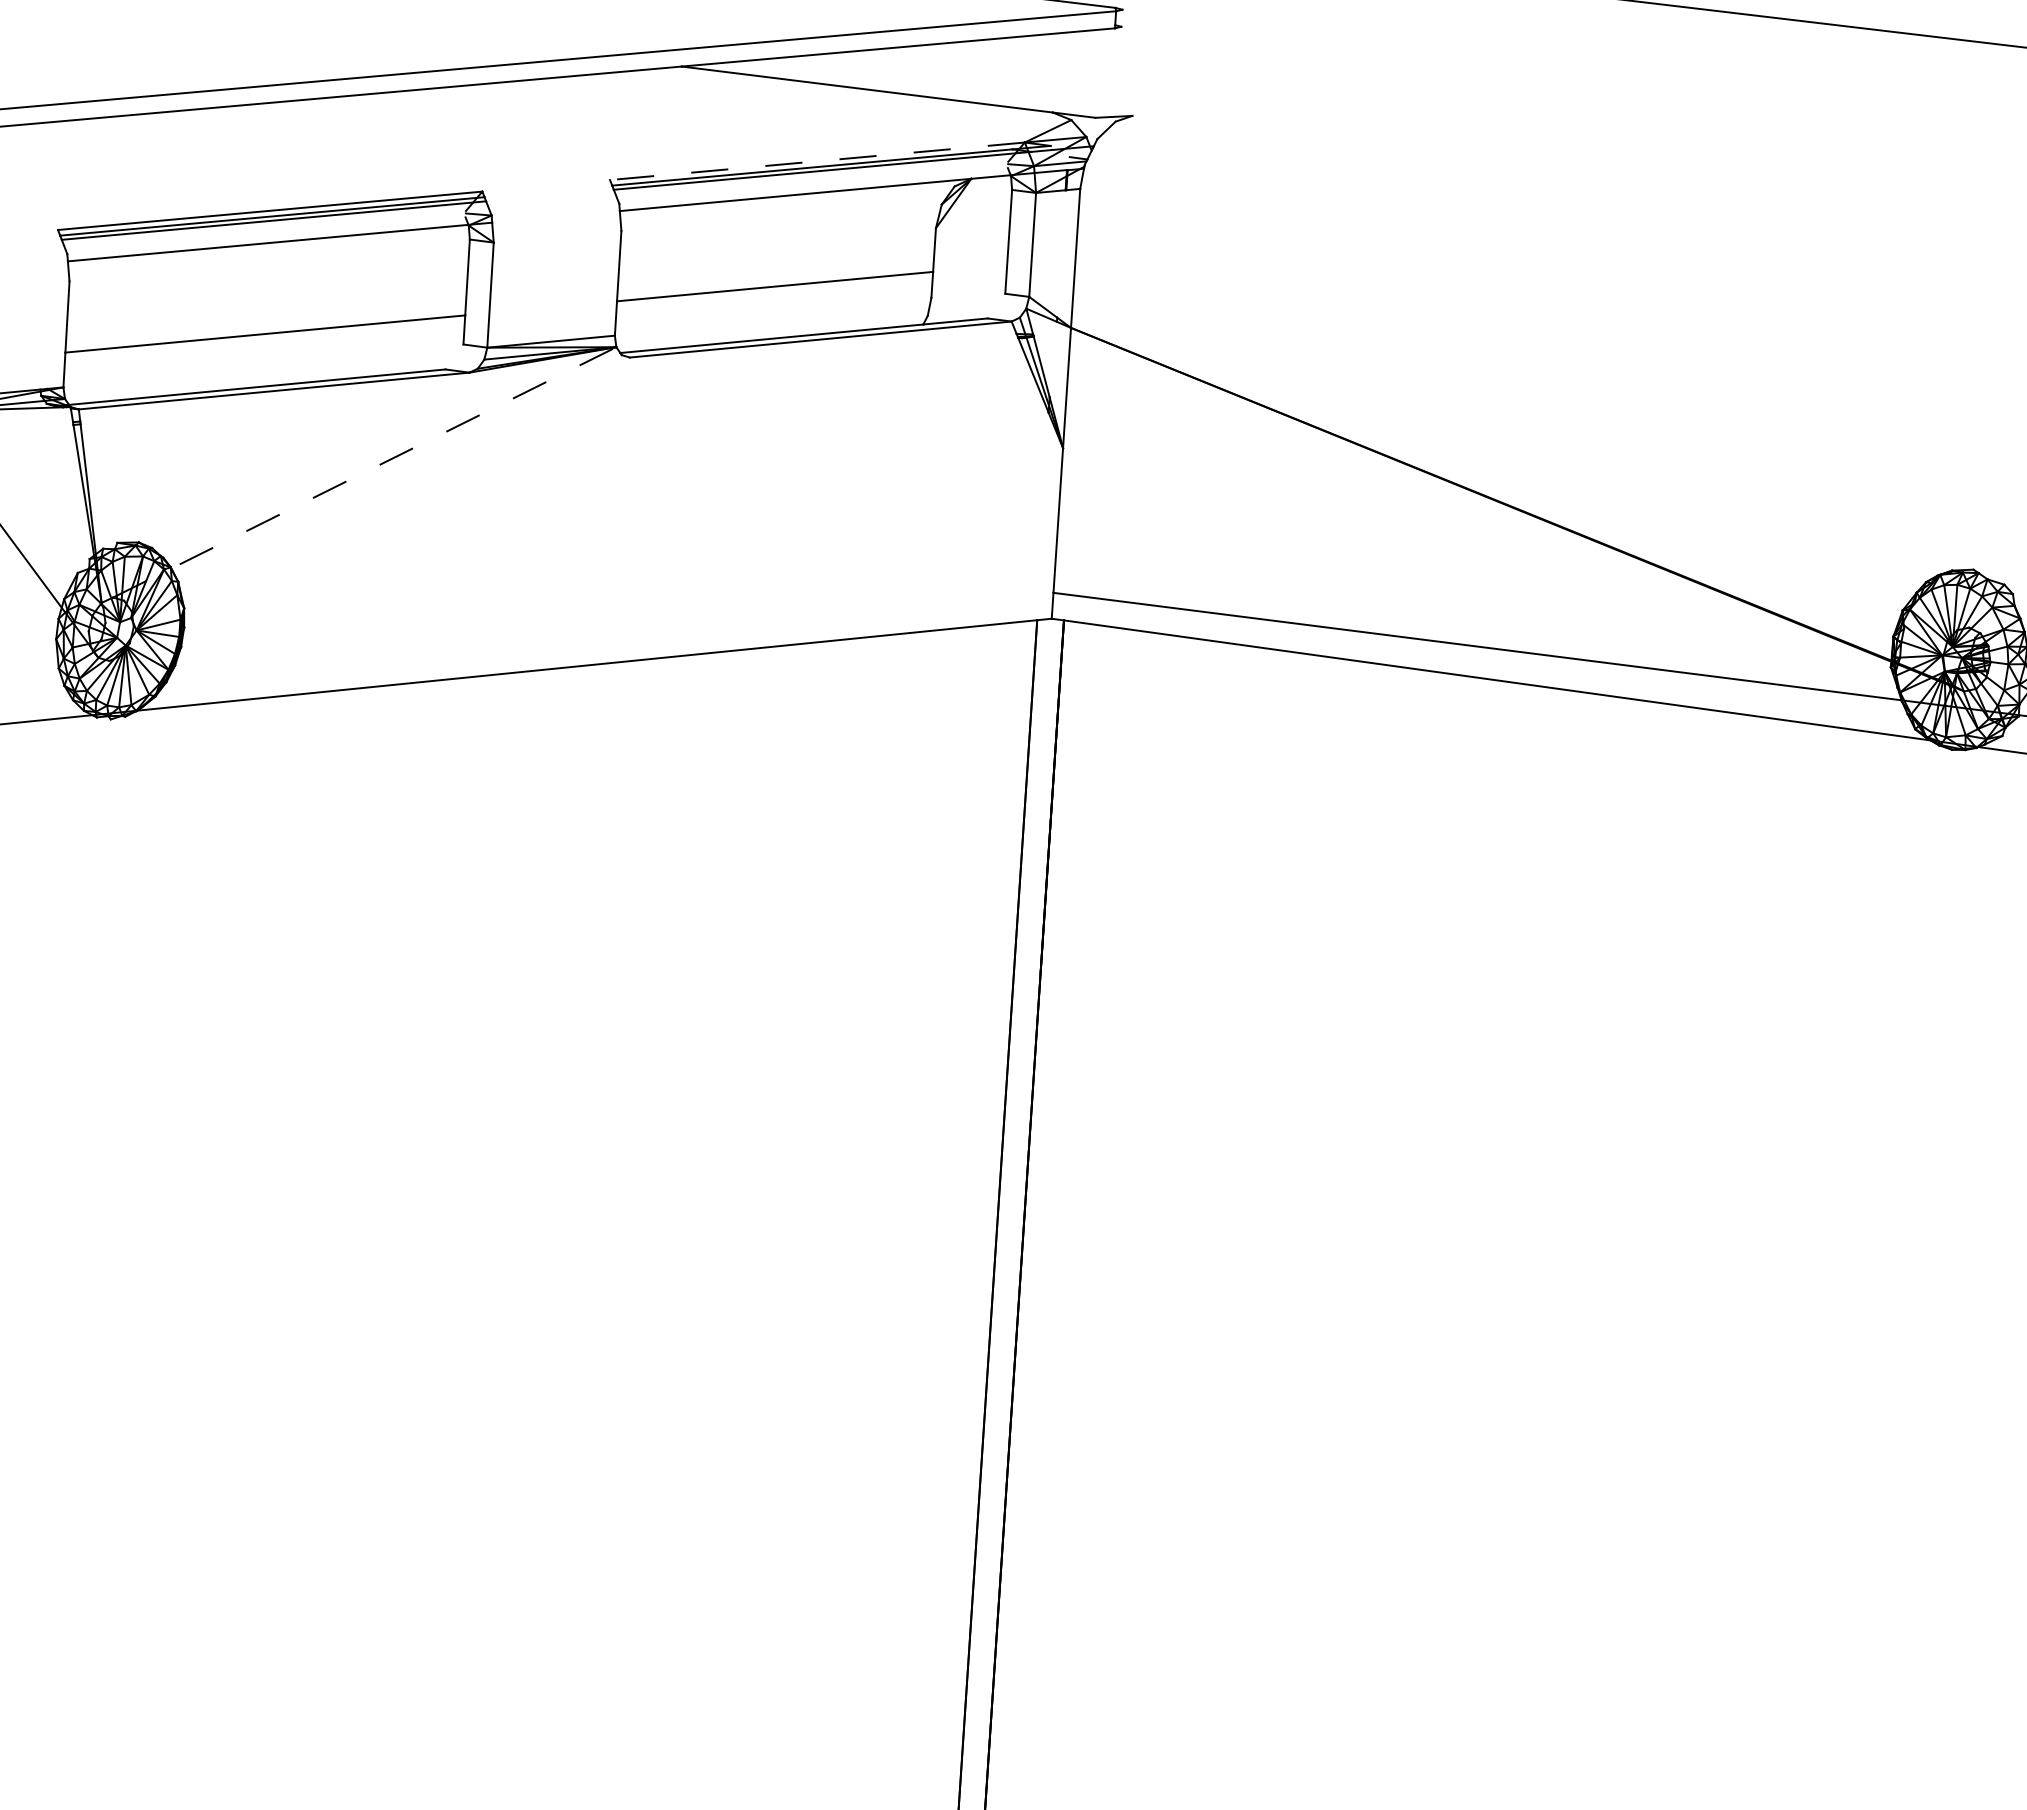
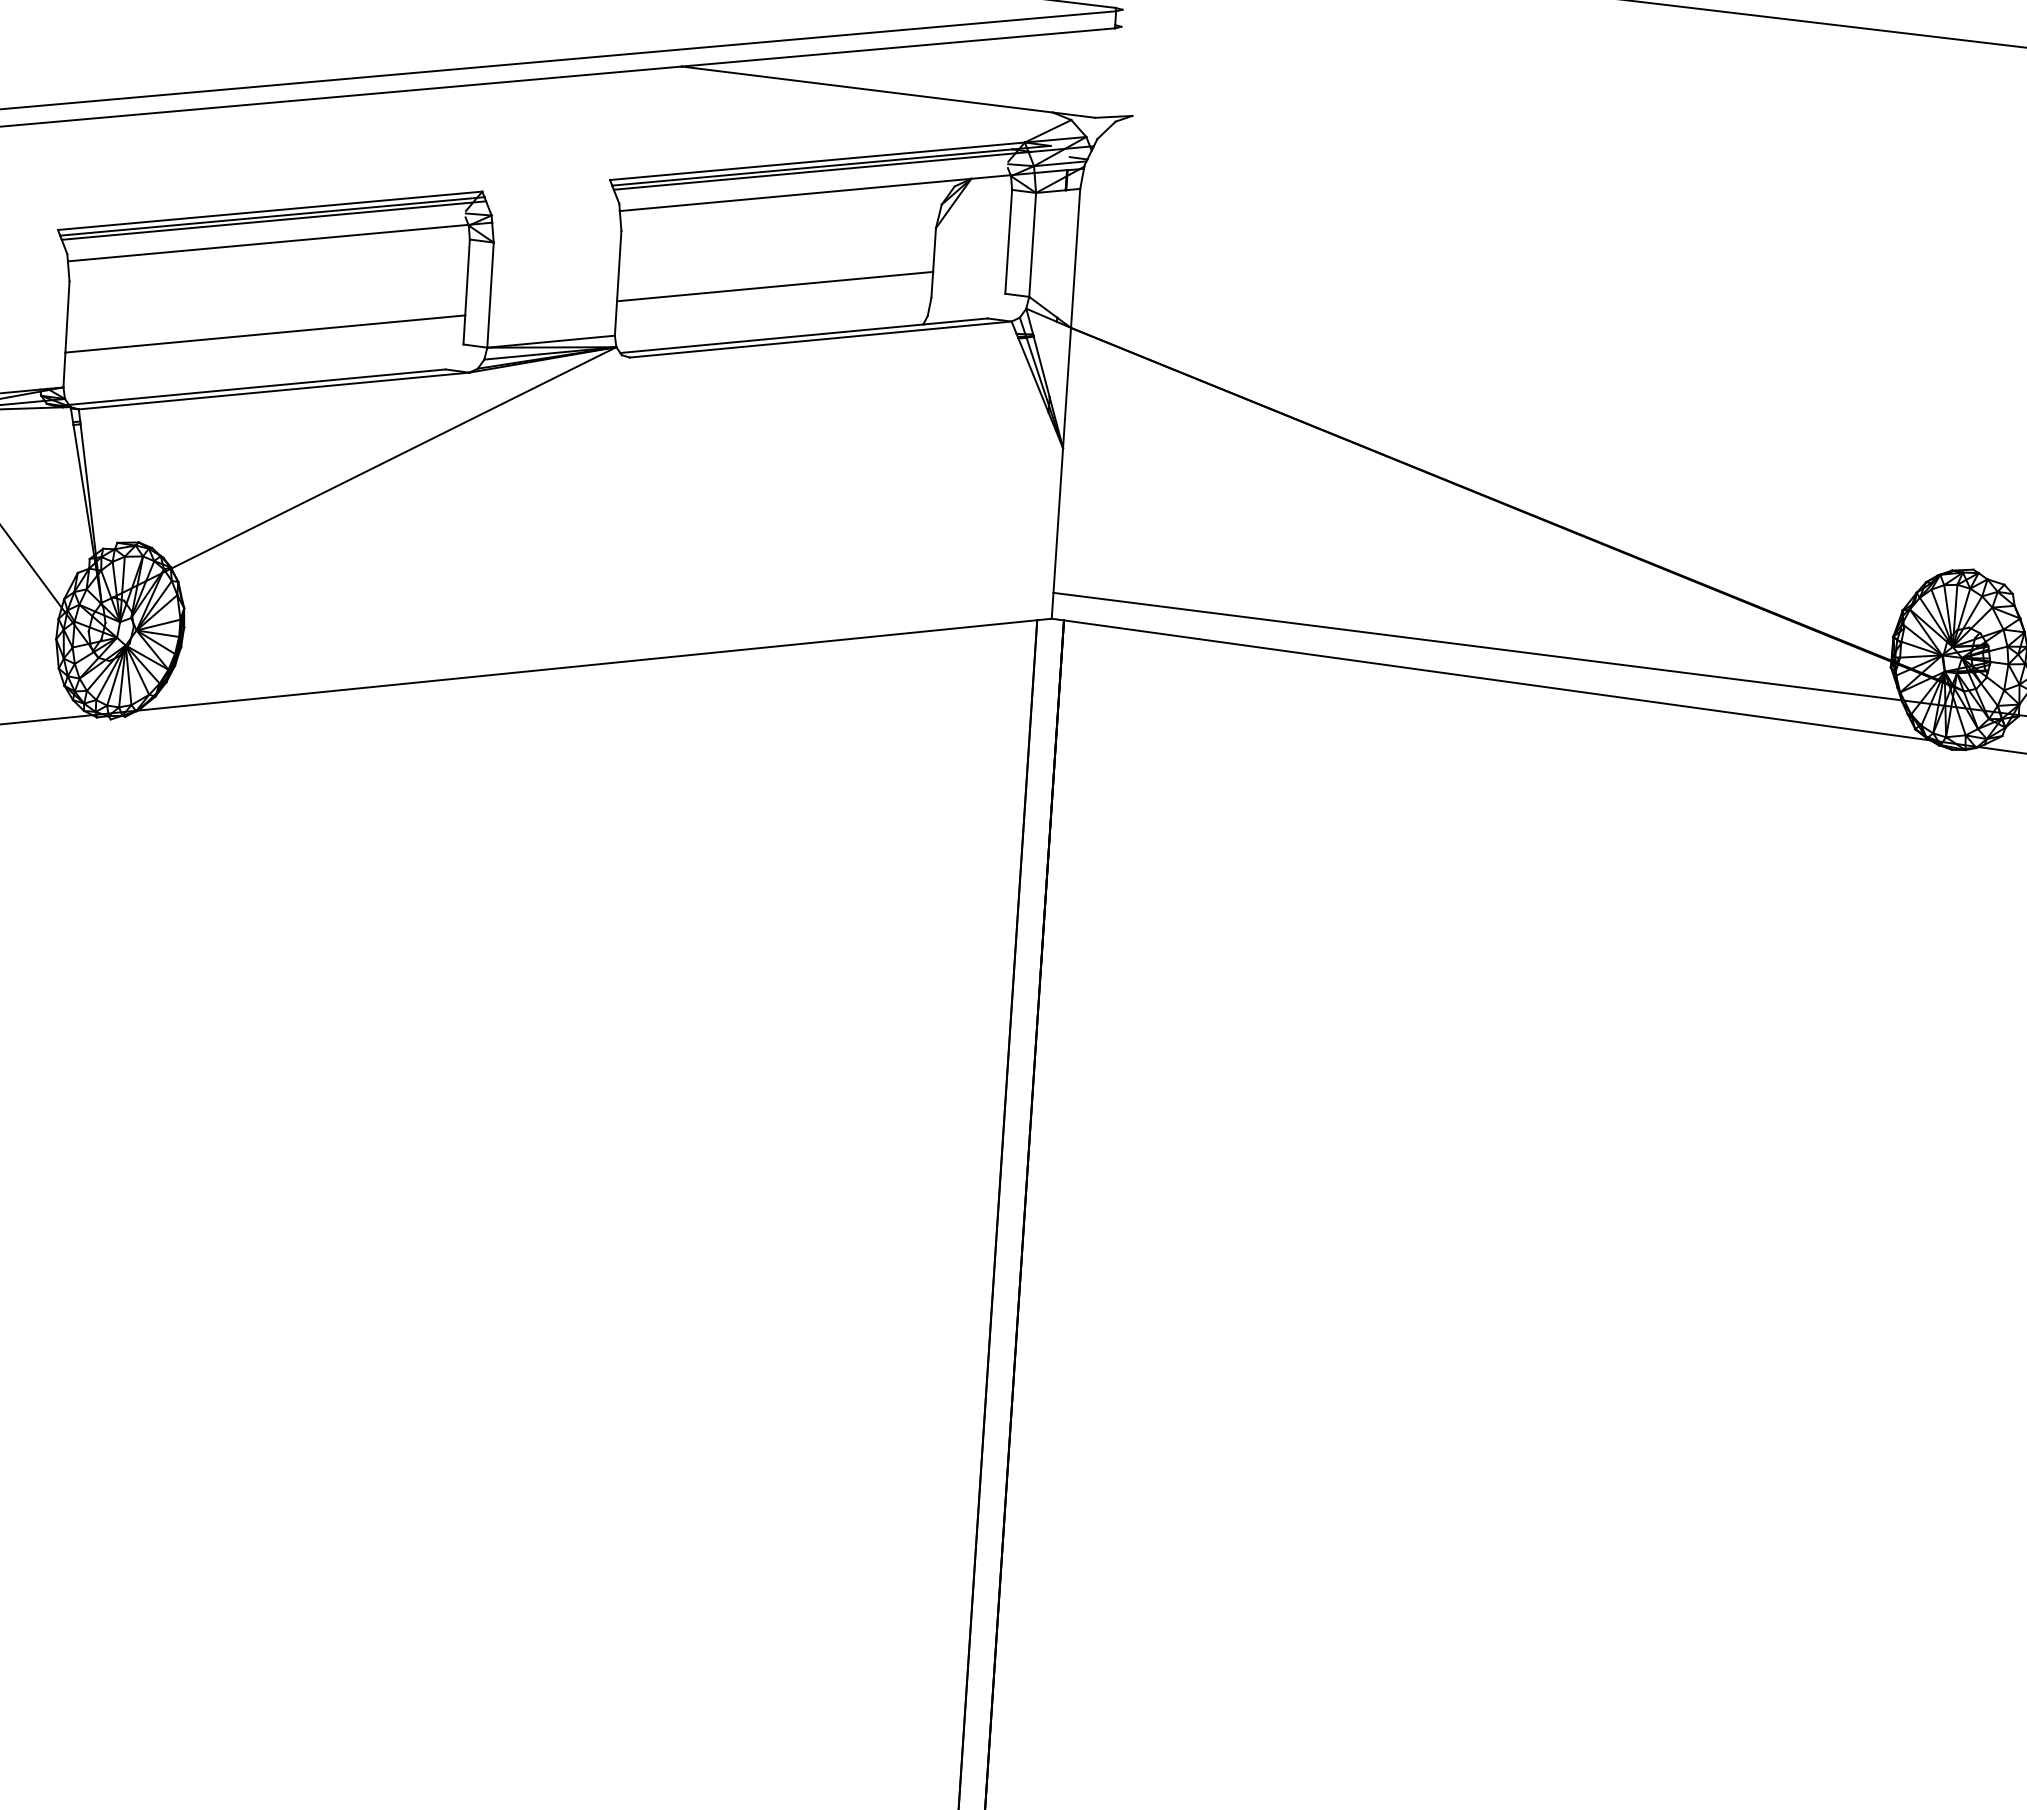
line at (816, 161): dashed -> solid
line at (365, 472): dashed -> solid
